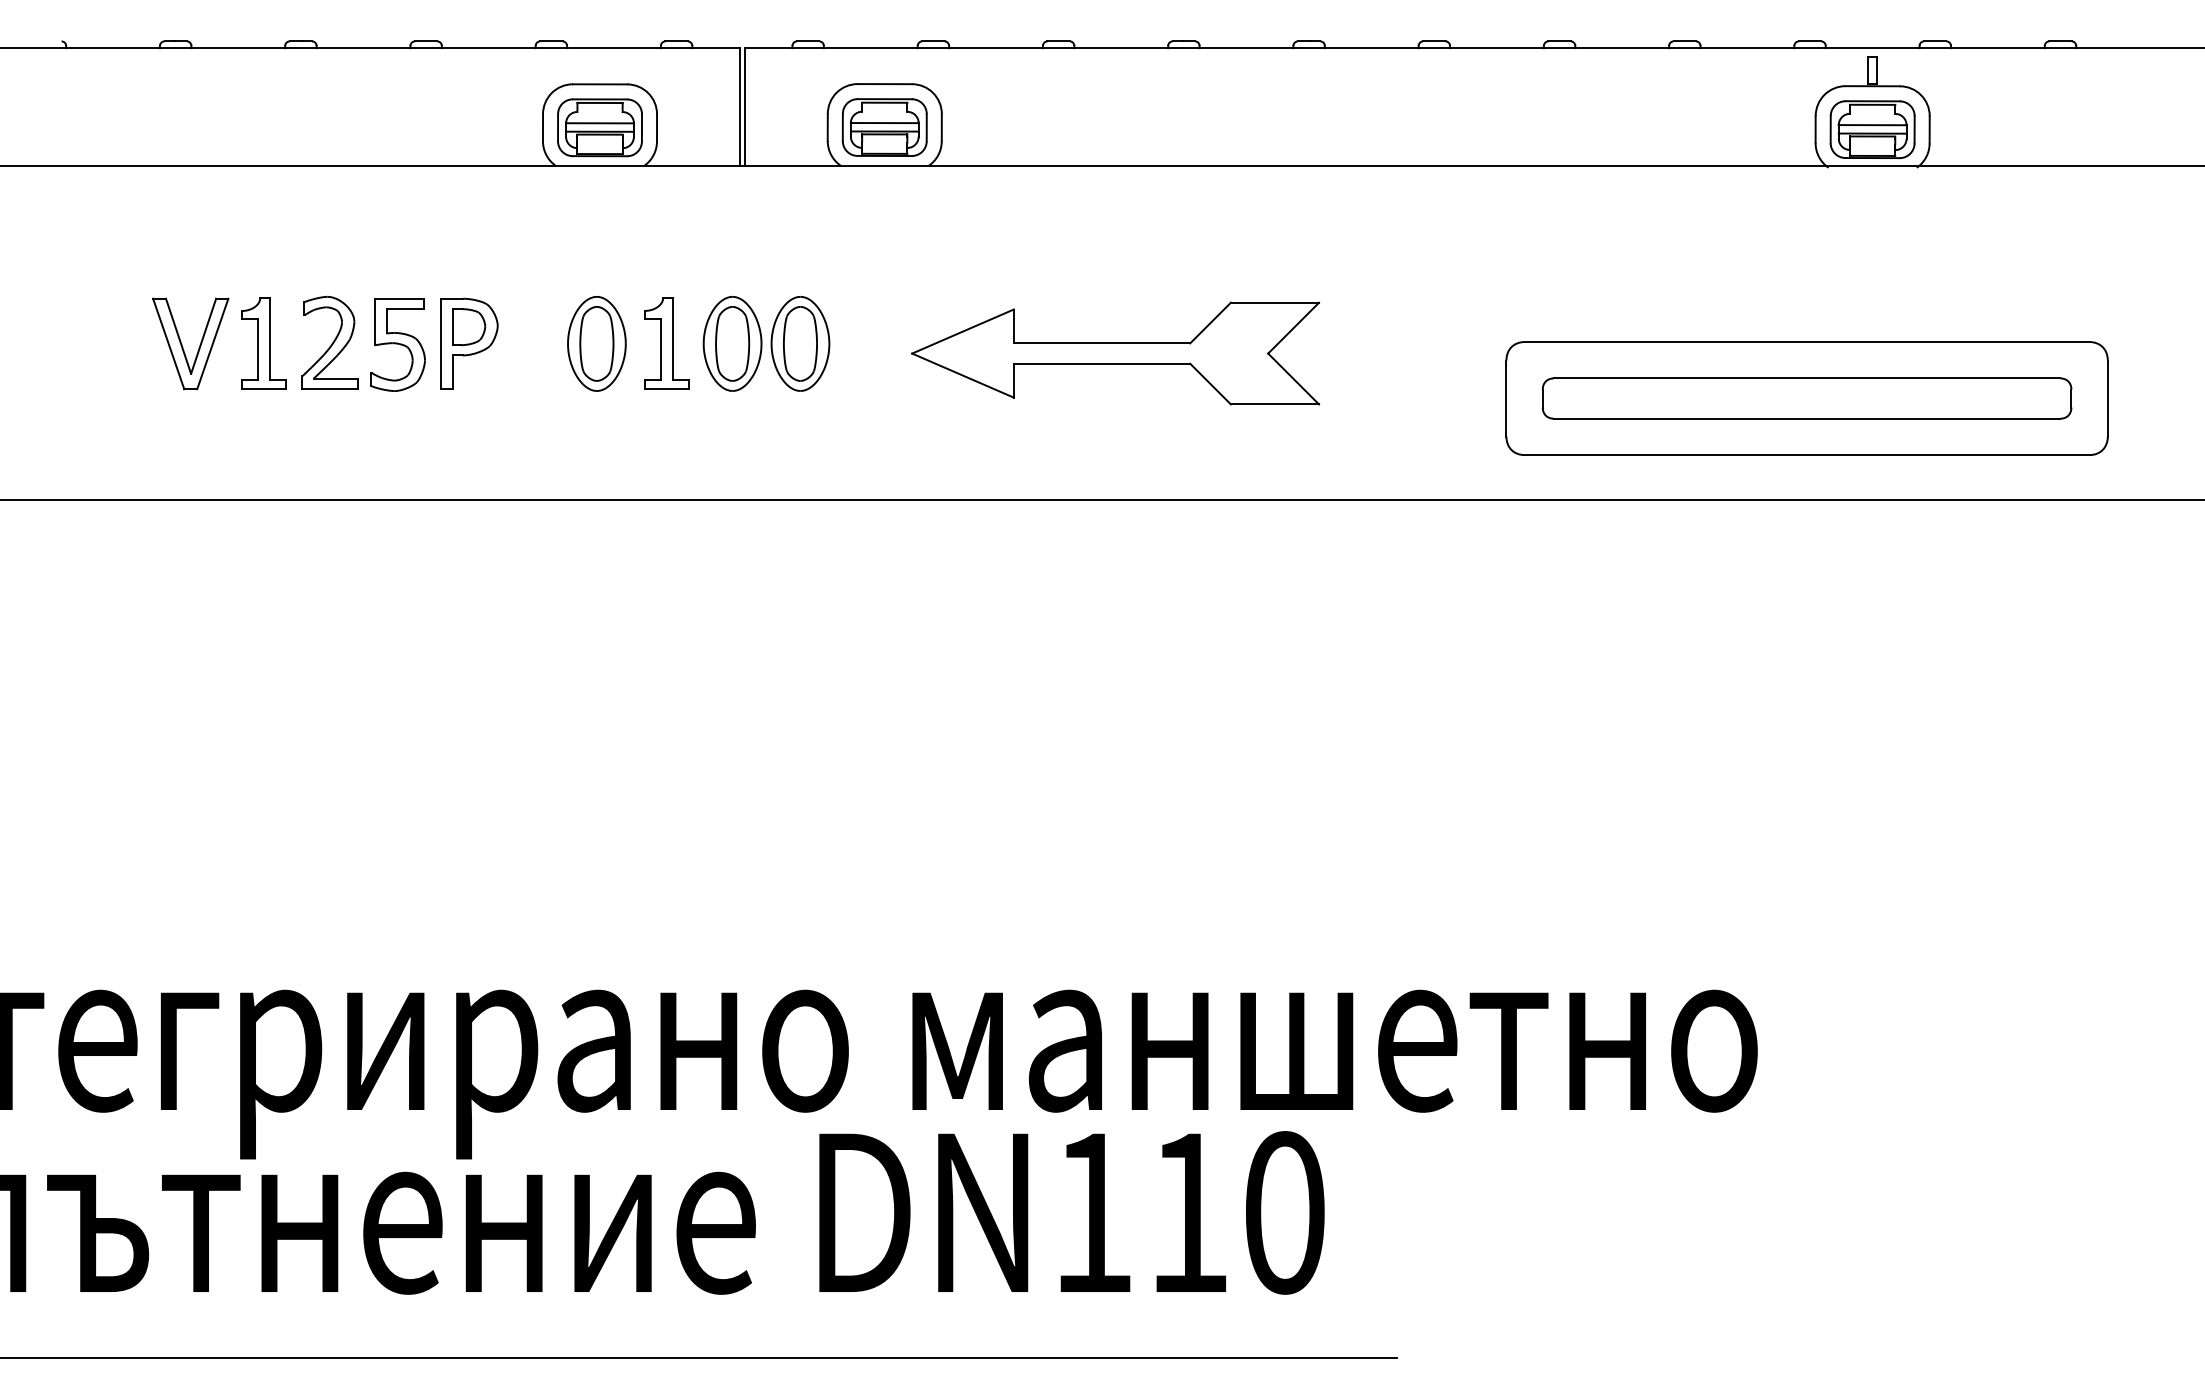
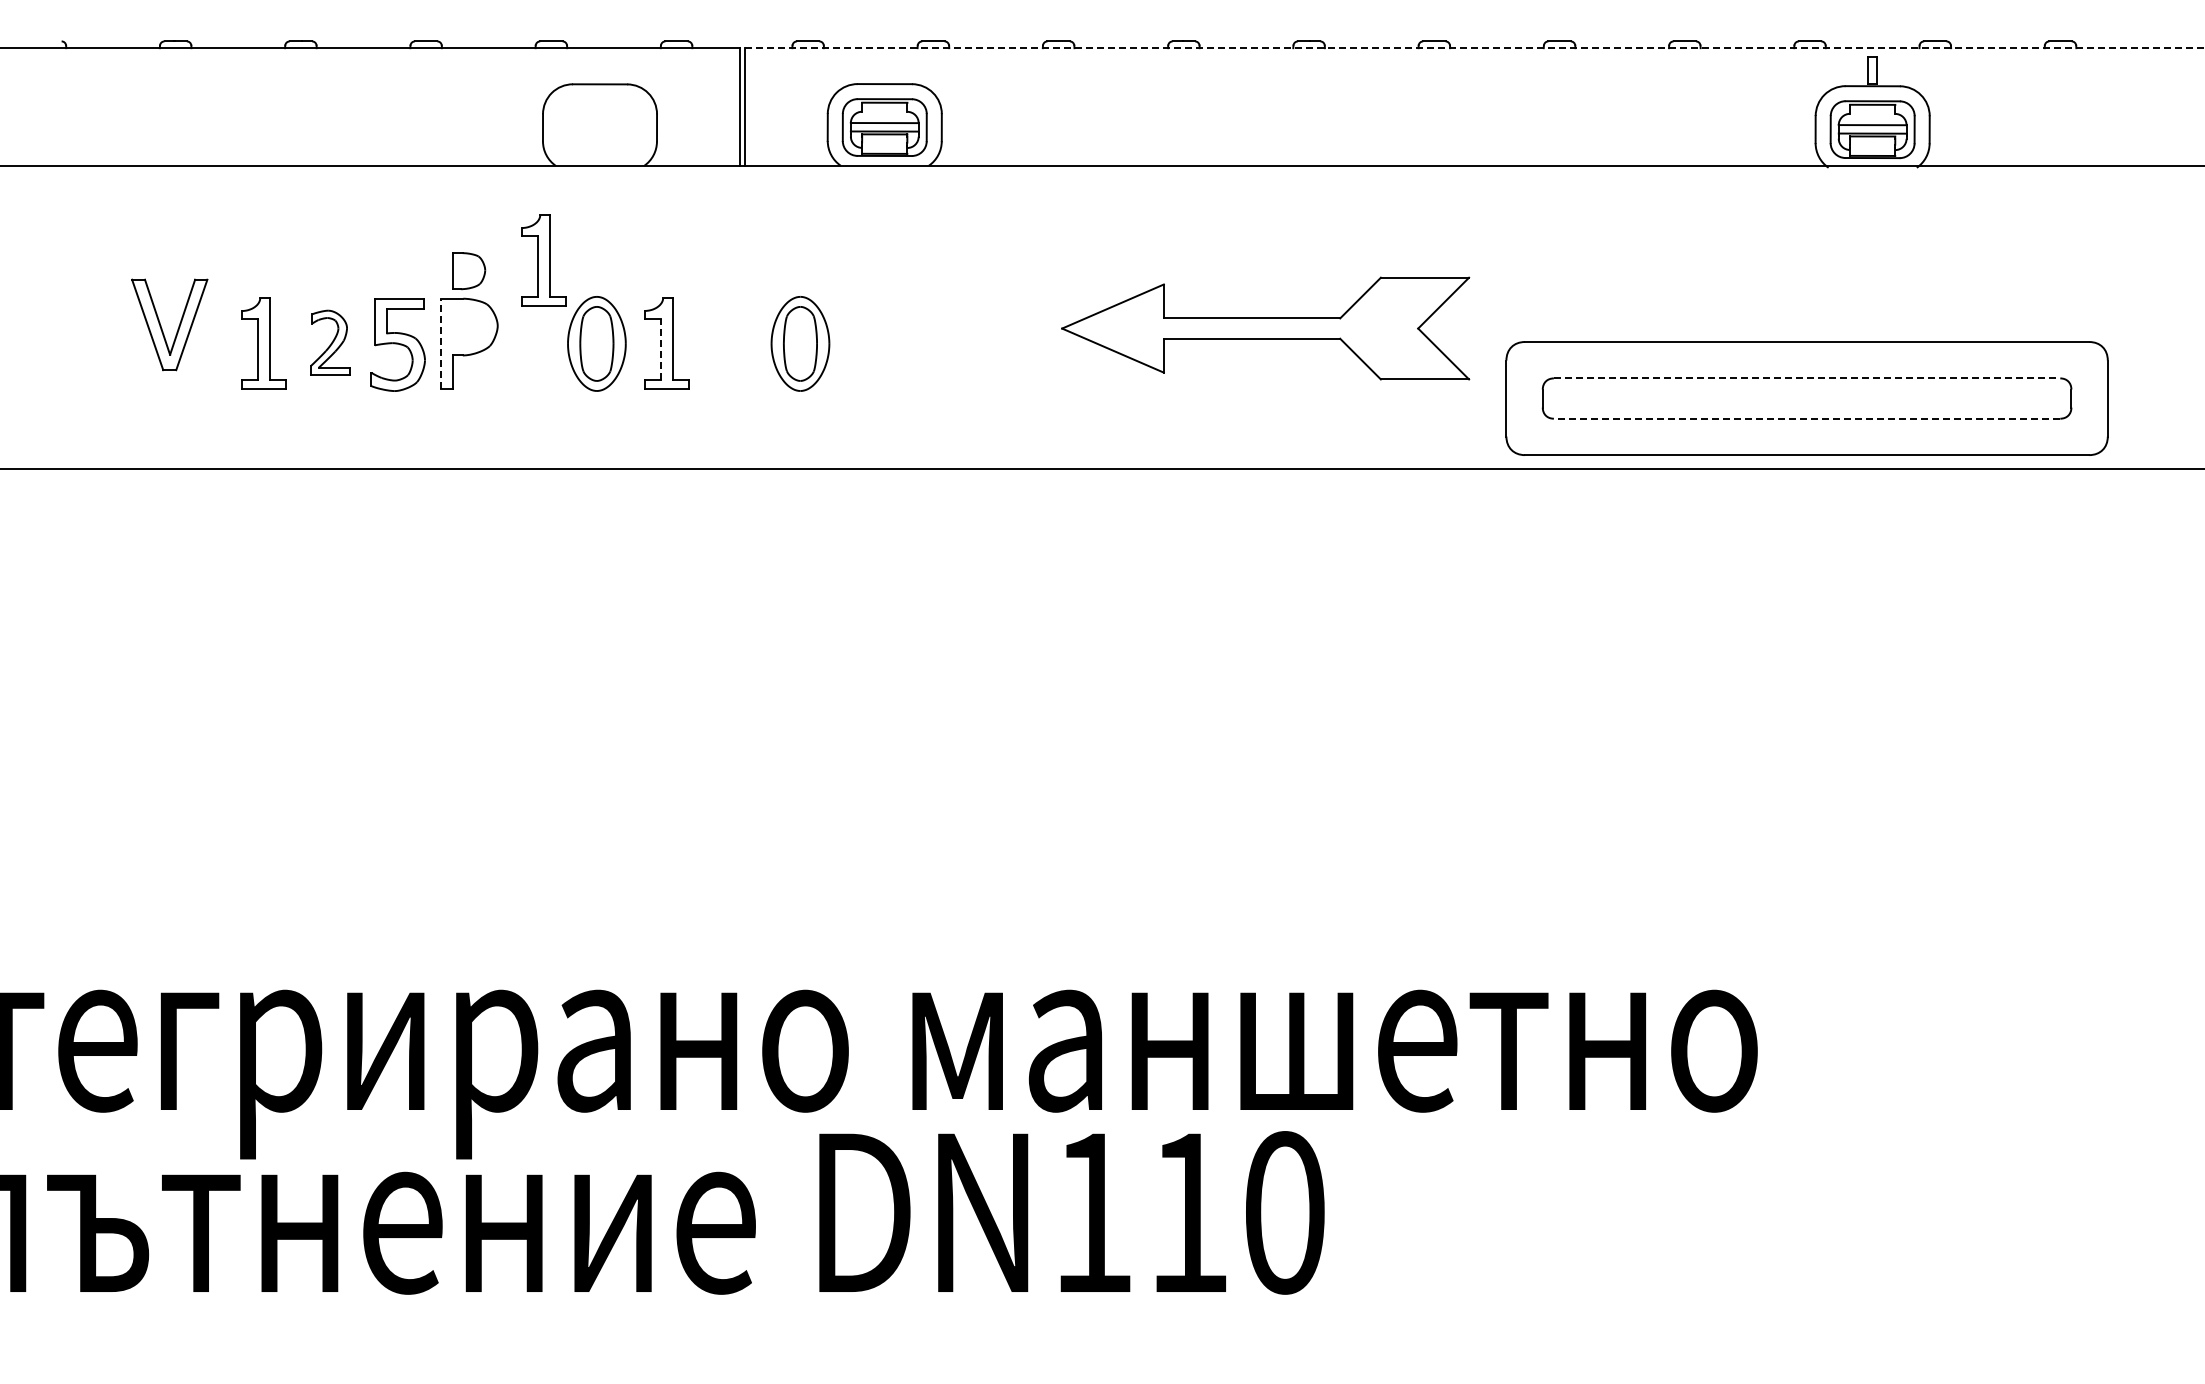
line at (1474, 48): solid -> dashed
part at (599, 127): present -> none
part at (543, 260): none -> present
part at (469, 327) position: (469, 327) -> (469, 271)
part at (329, 342) size: 58x94 px -> 41x67 px
line at (440, 343): solid -> dashed
part at (732, 343): present -> none
part at (182, 344) position: (182, 344) -> (161, 325)
line at (660, 349): solid -> dashed
part at (1115, 353) position: (1115, 353) -> (1265, 328)
line at (1807, 378): solid -> dashed
line at (1806, 418): solid -> dashed
line at (1101, 500) position: (1101, 500) -> (1101, 469)
line at (699, 1357): present -> none
